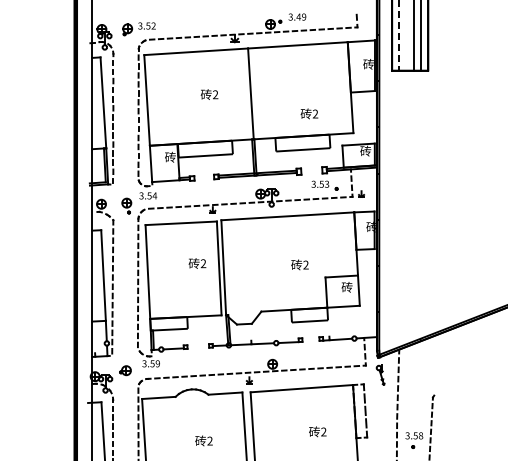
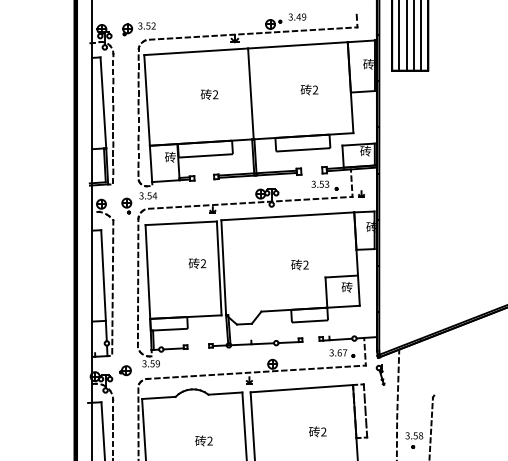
line at (399, 35): dashed -> solid
line at (406, 36): none -> present
text at (309, 113) position: (309, 113) -> (309, 89)
part at (342, 353): none -> present
